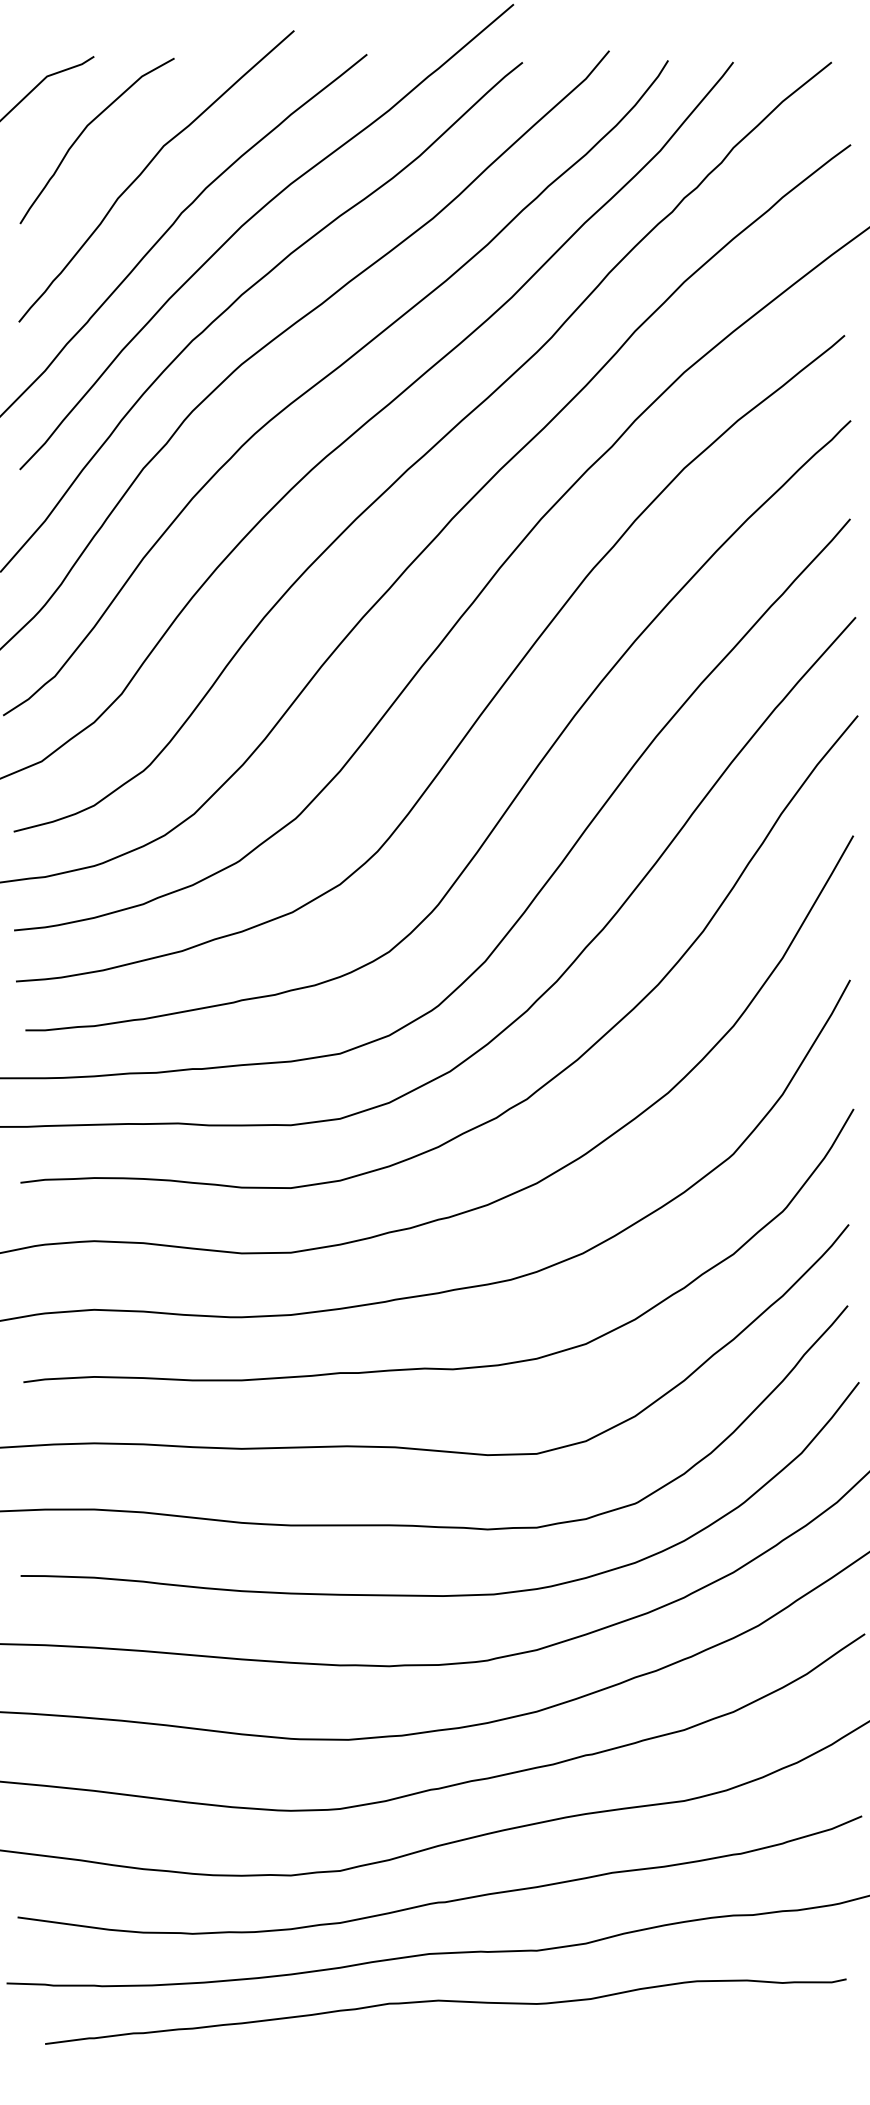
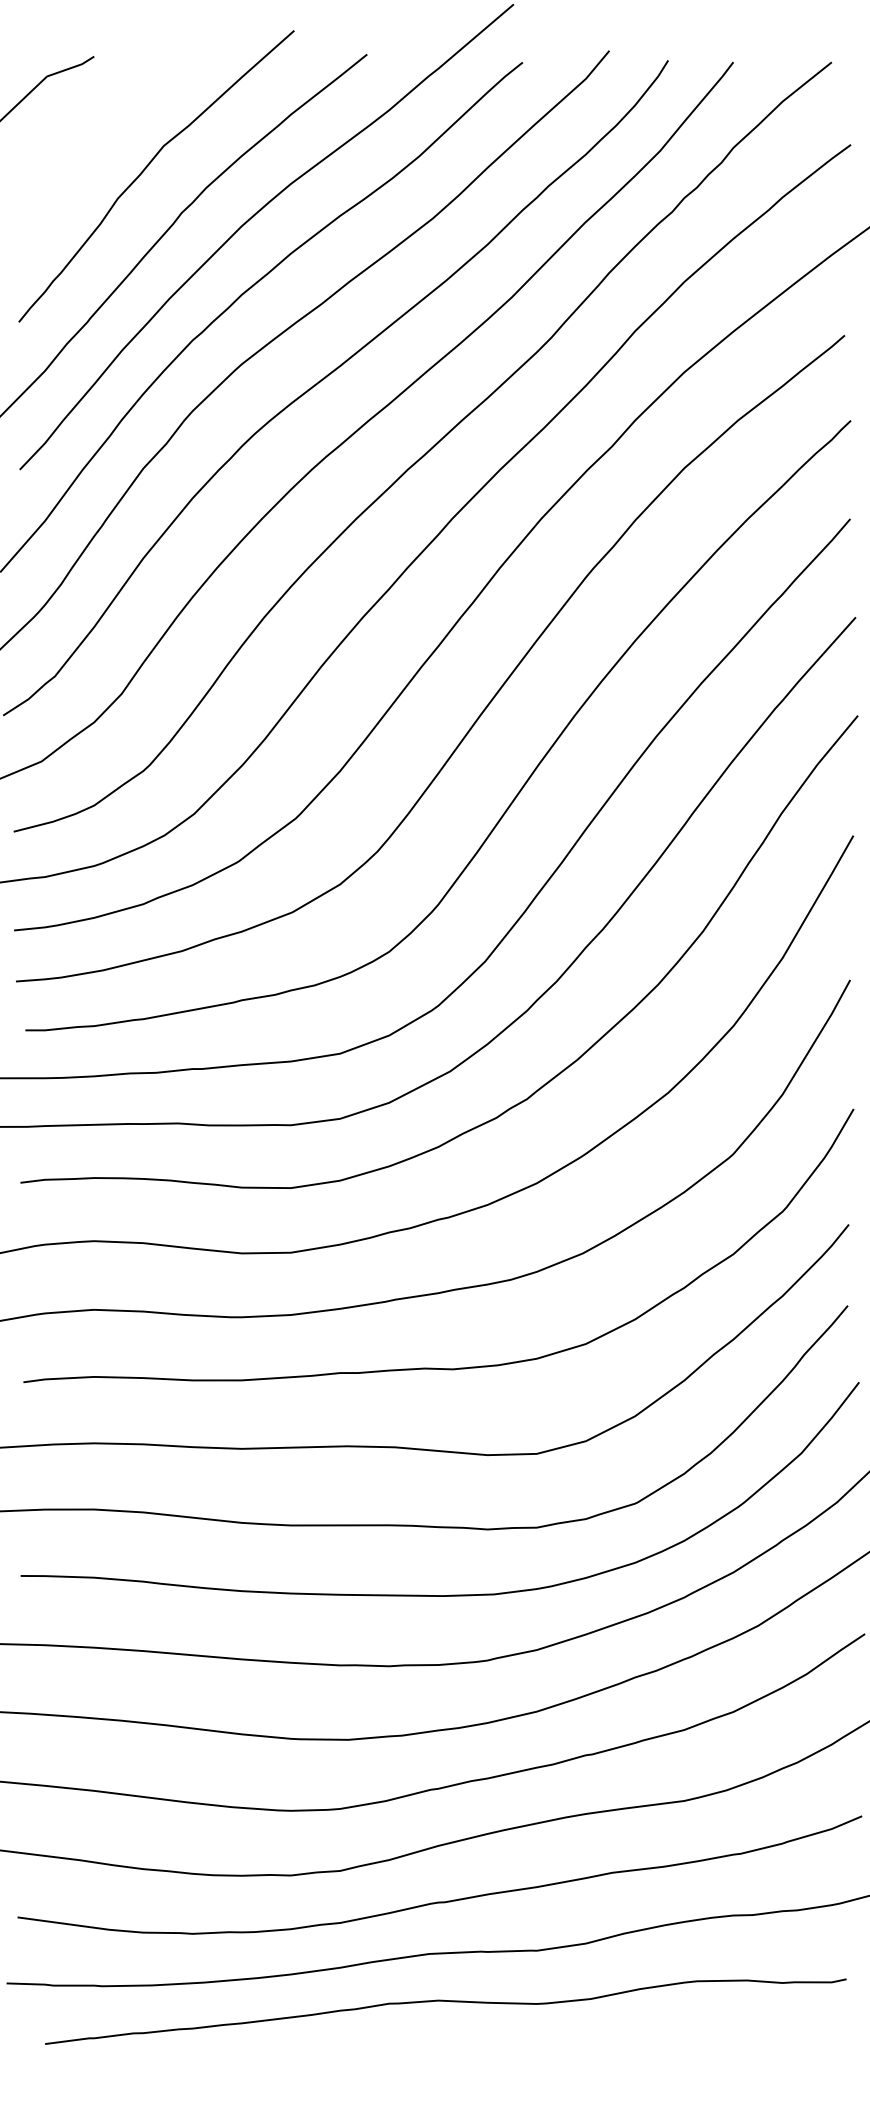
curve at (84, 131): present -> none
